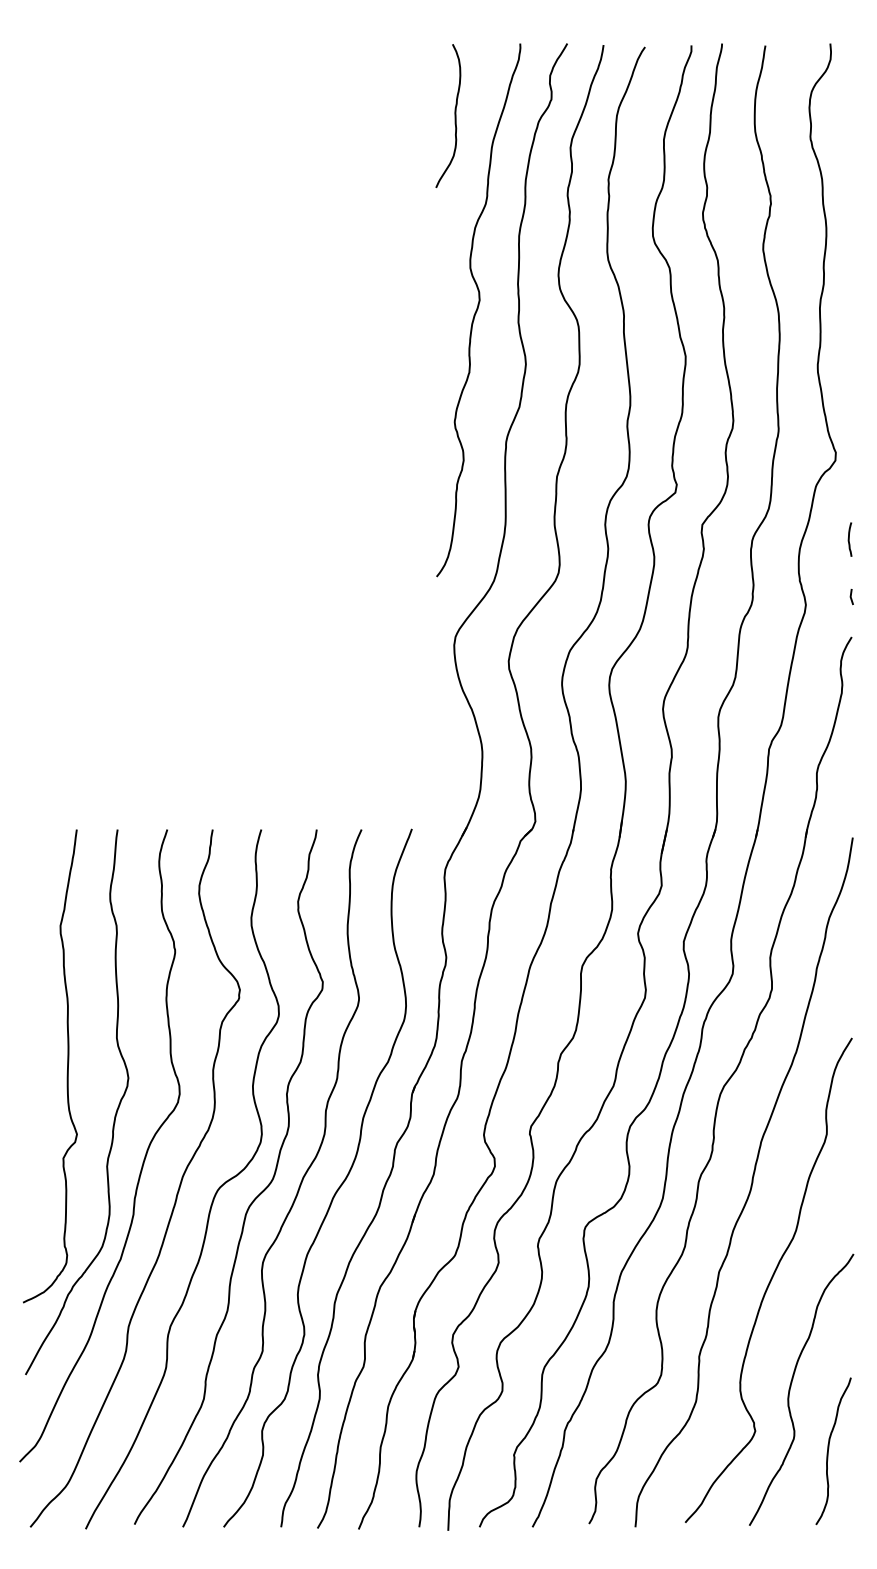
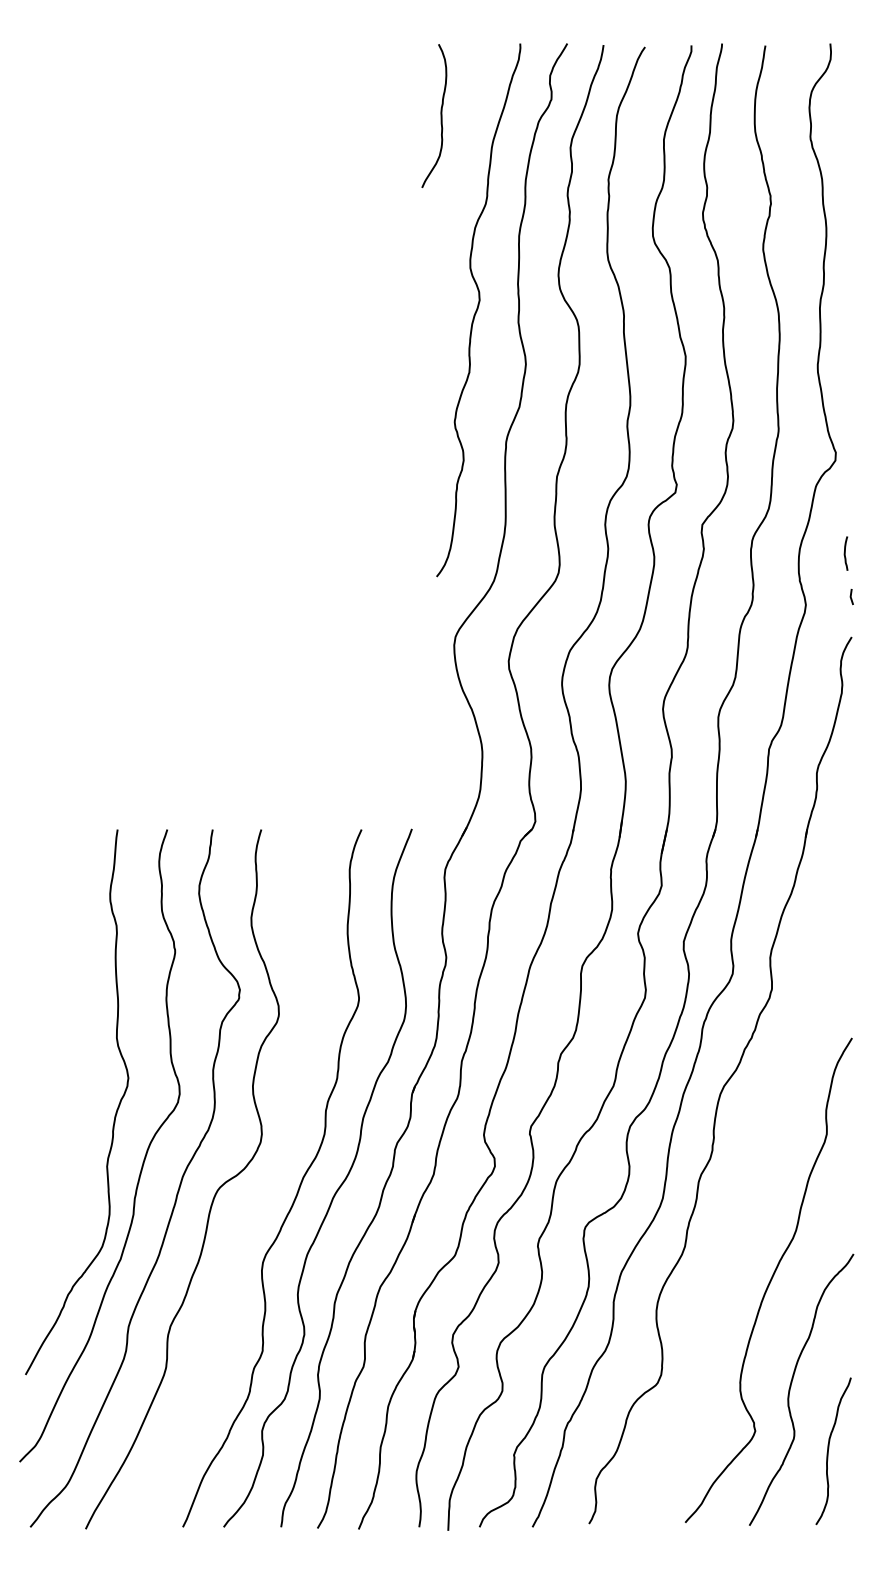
curve at (454, 115) position: (454, 115) -> (440, 115)
curve at (849, 539) position: (849, 539) -> (845, 553)
curve at (67, 1066): present -> none
curve at (750, 1185): present -> none
curve at (252, 1200): present -> none
